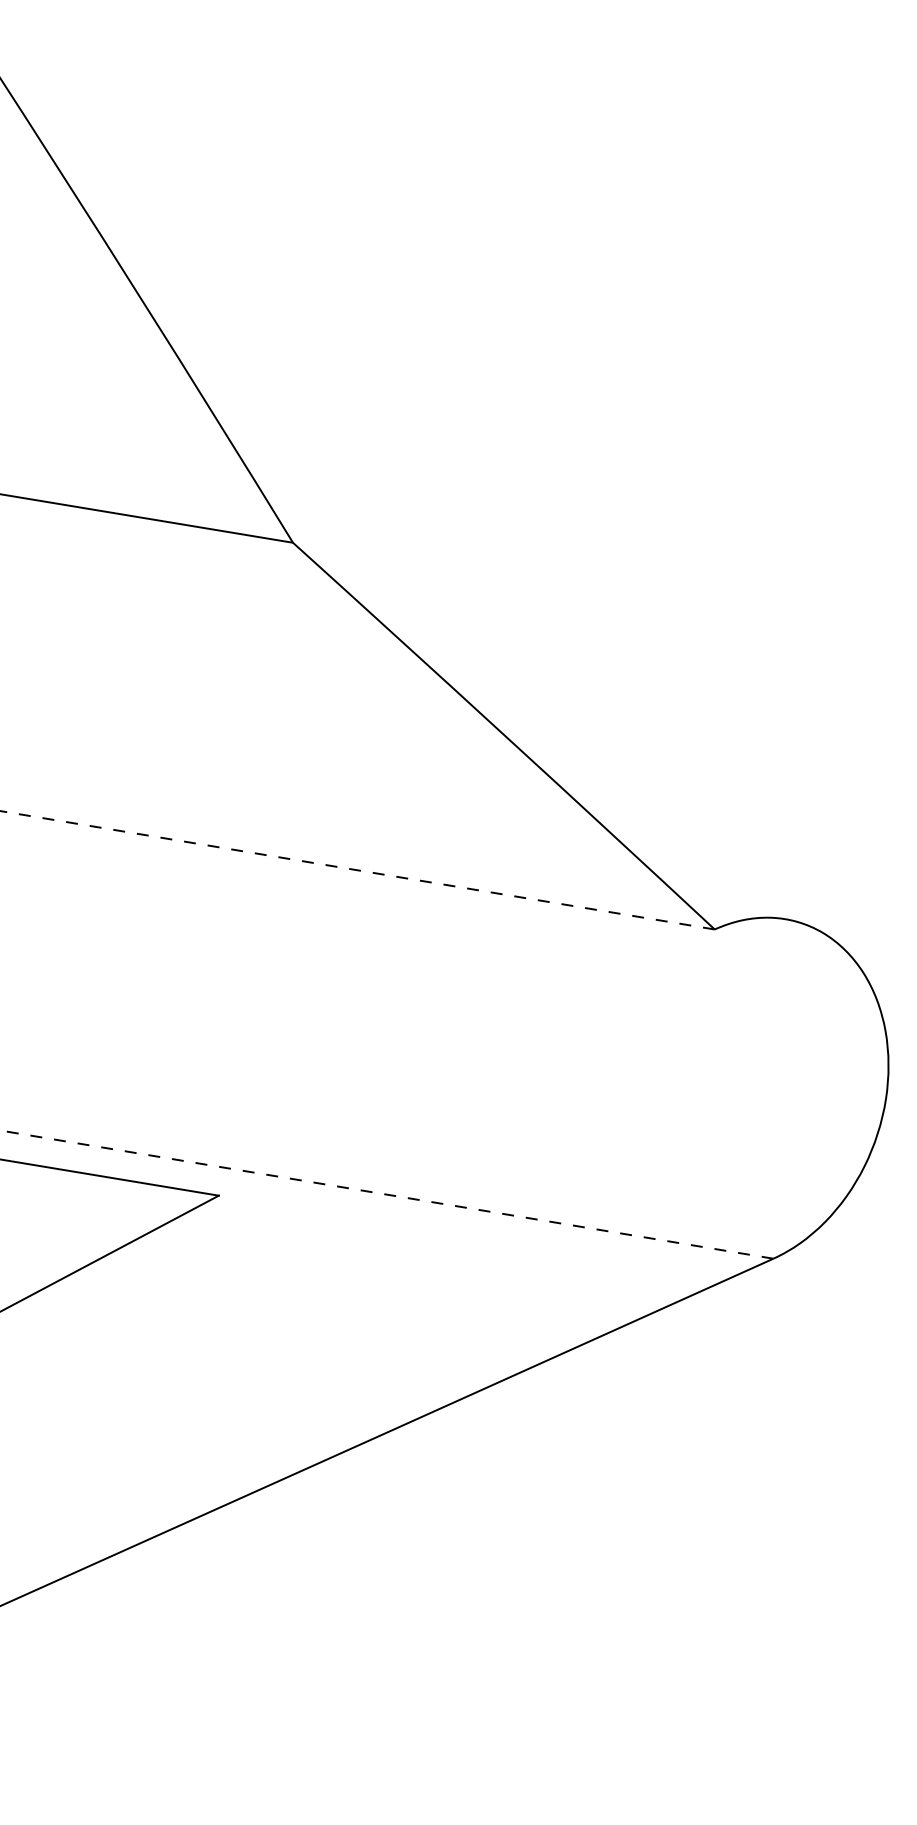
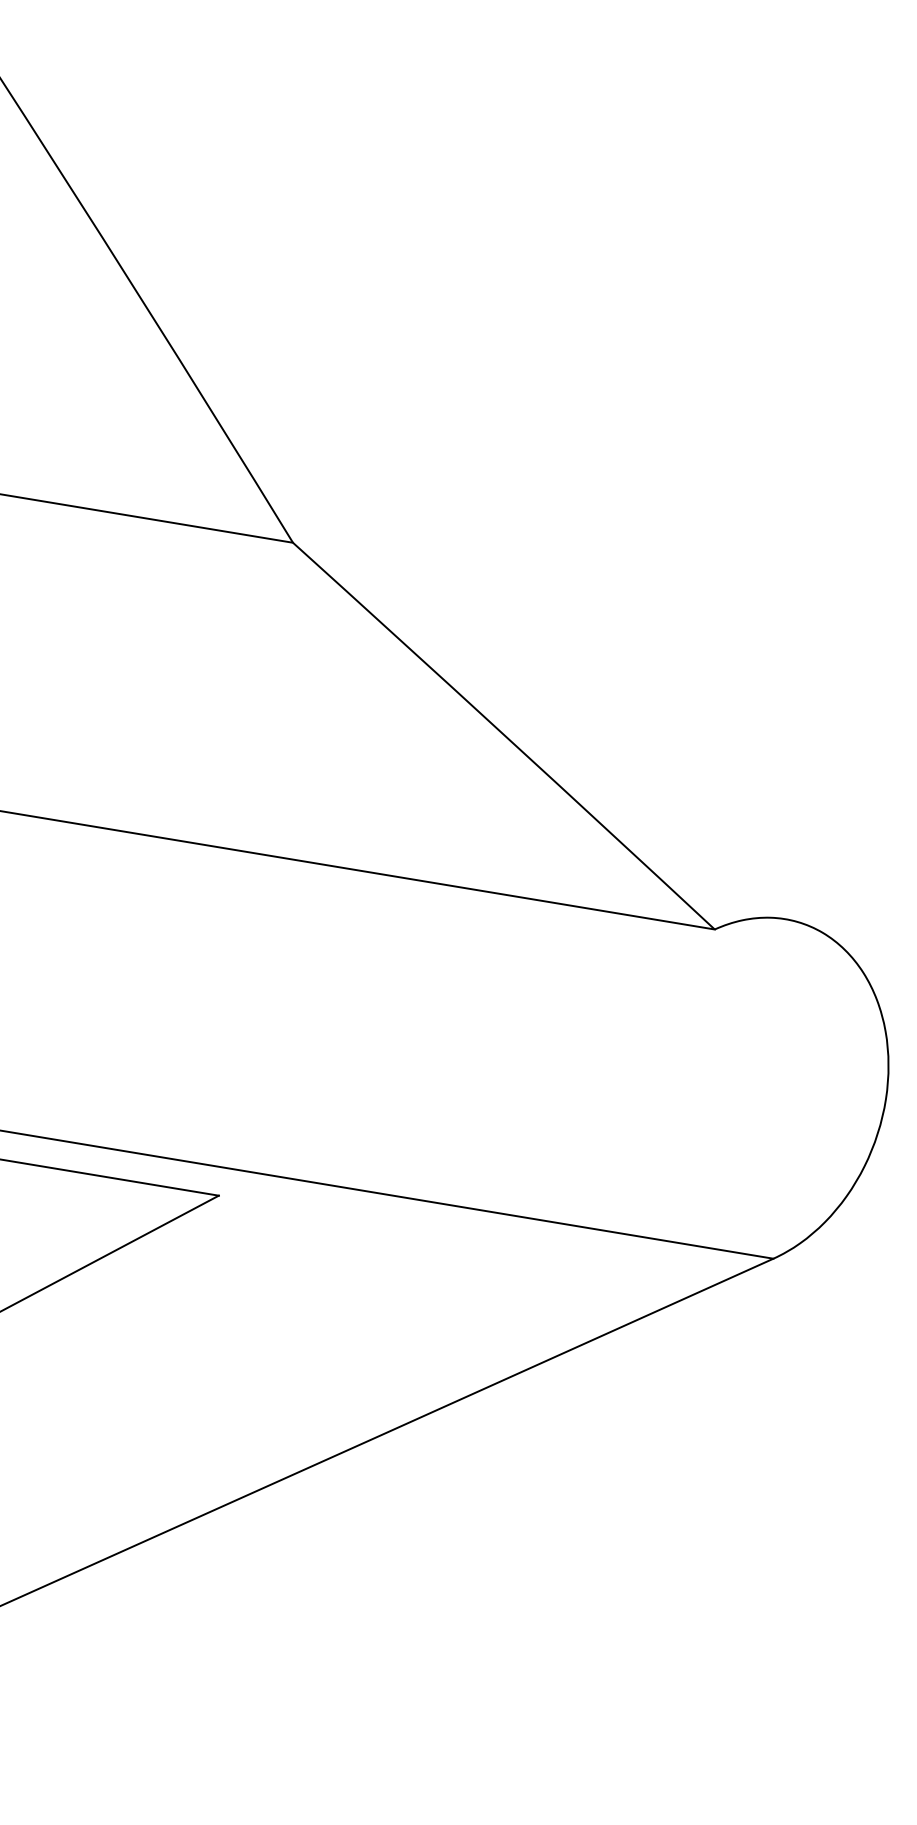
line at (357, 870): dashed -> solid
line at (386, 1194): dashed -> solid
